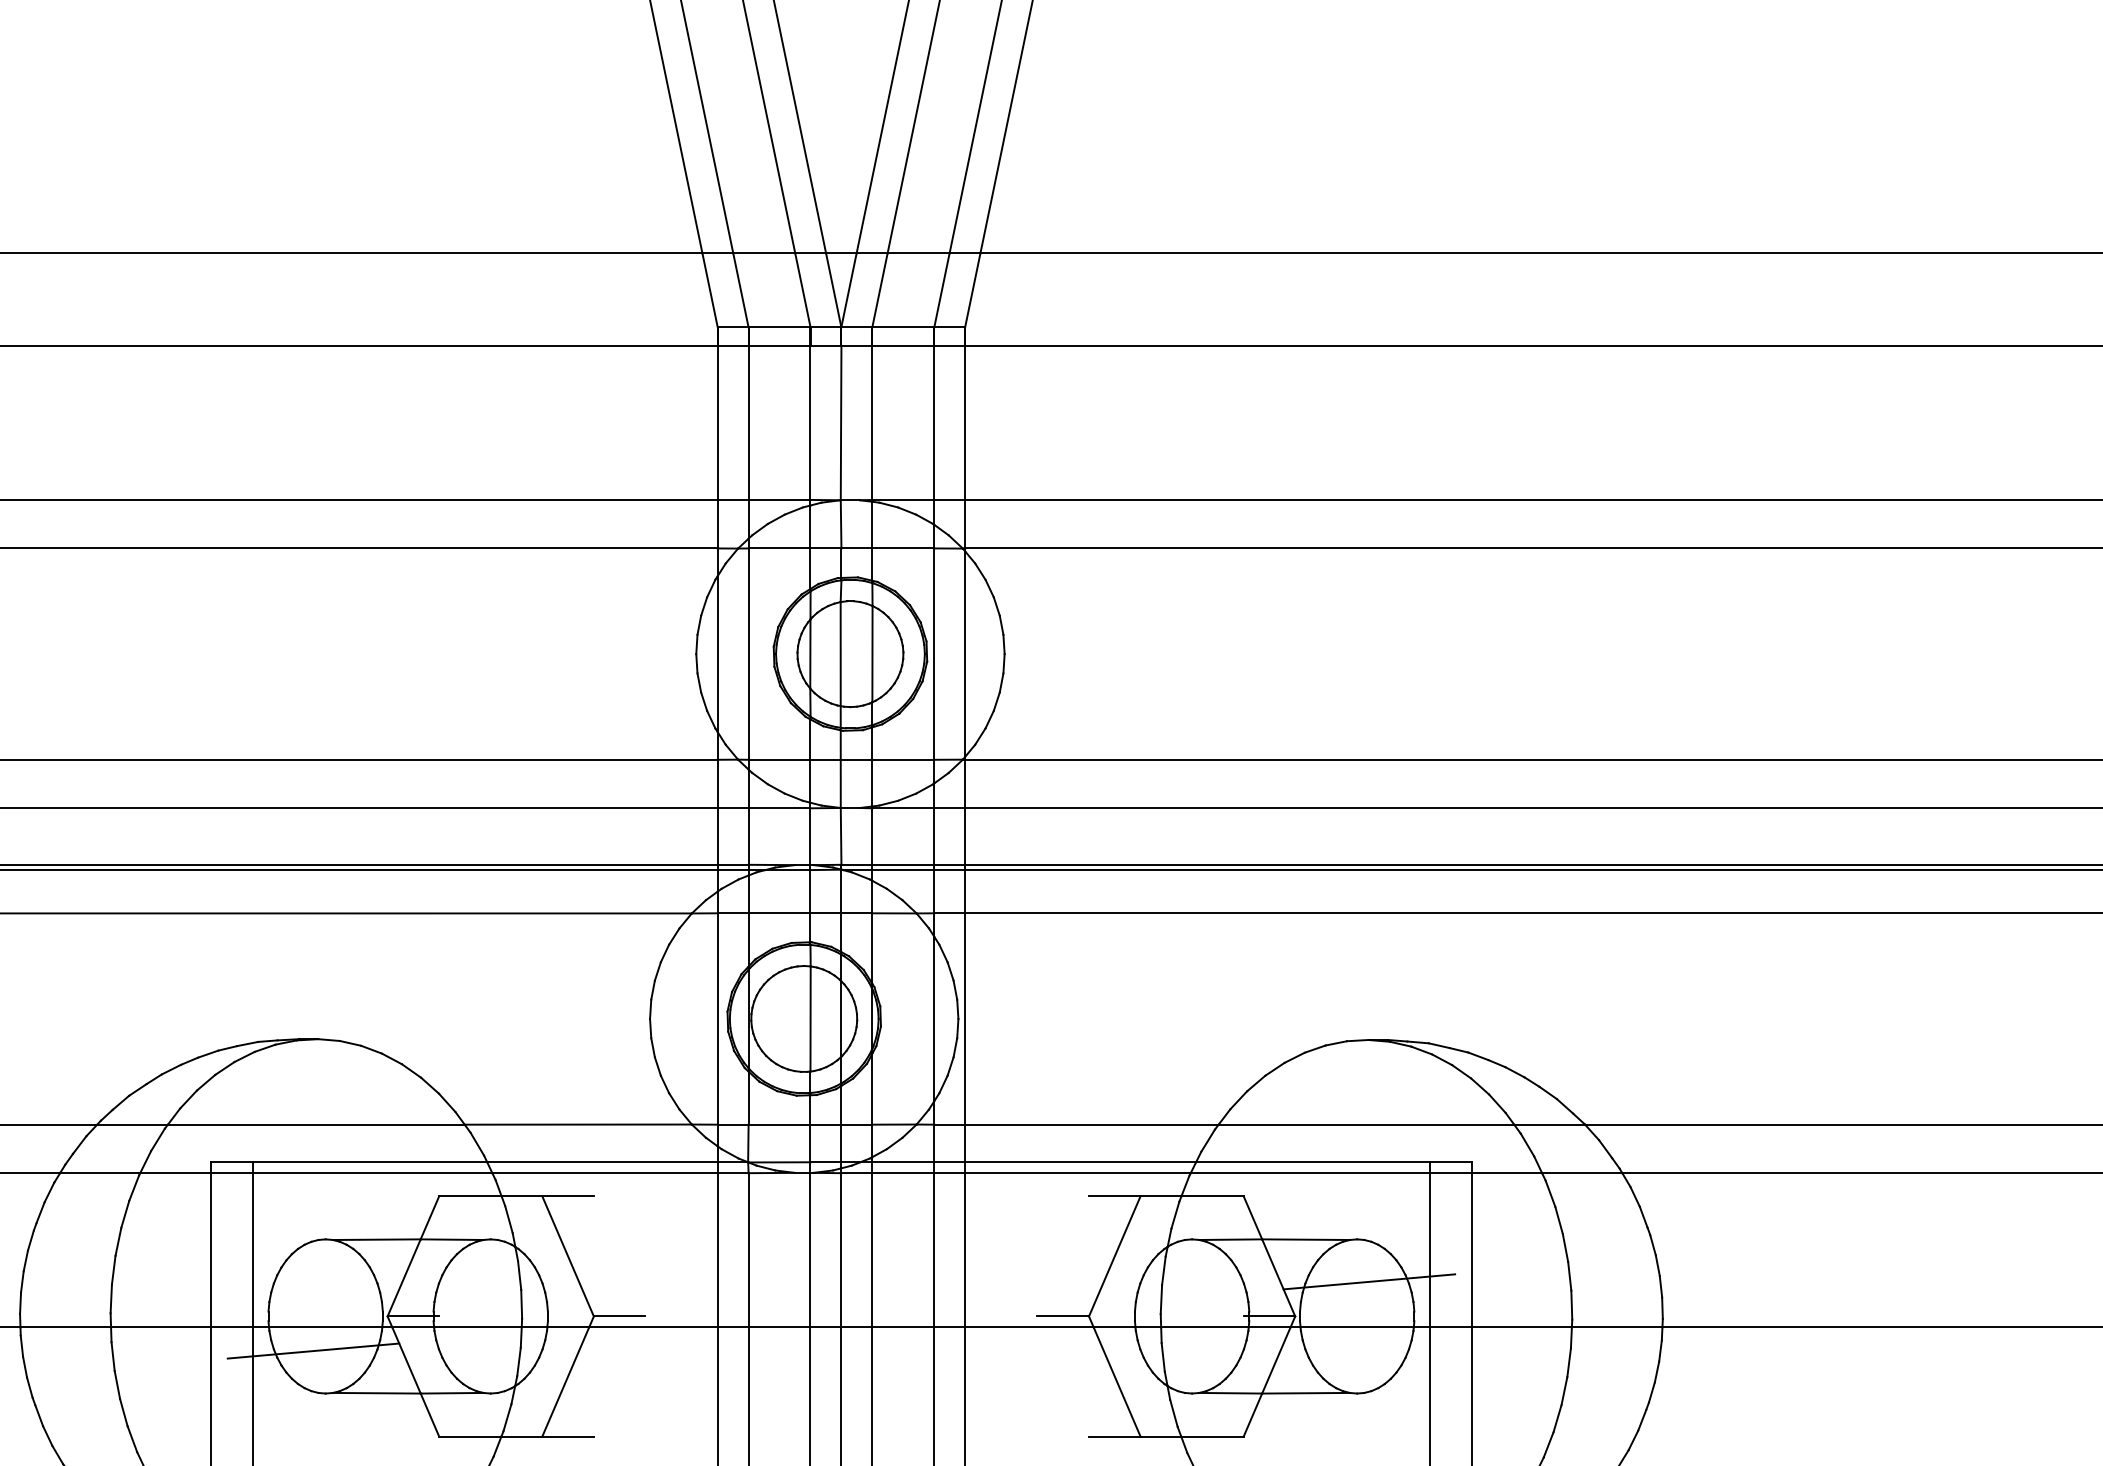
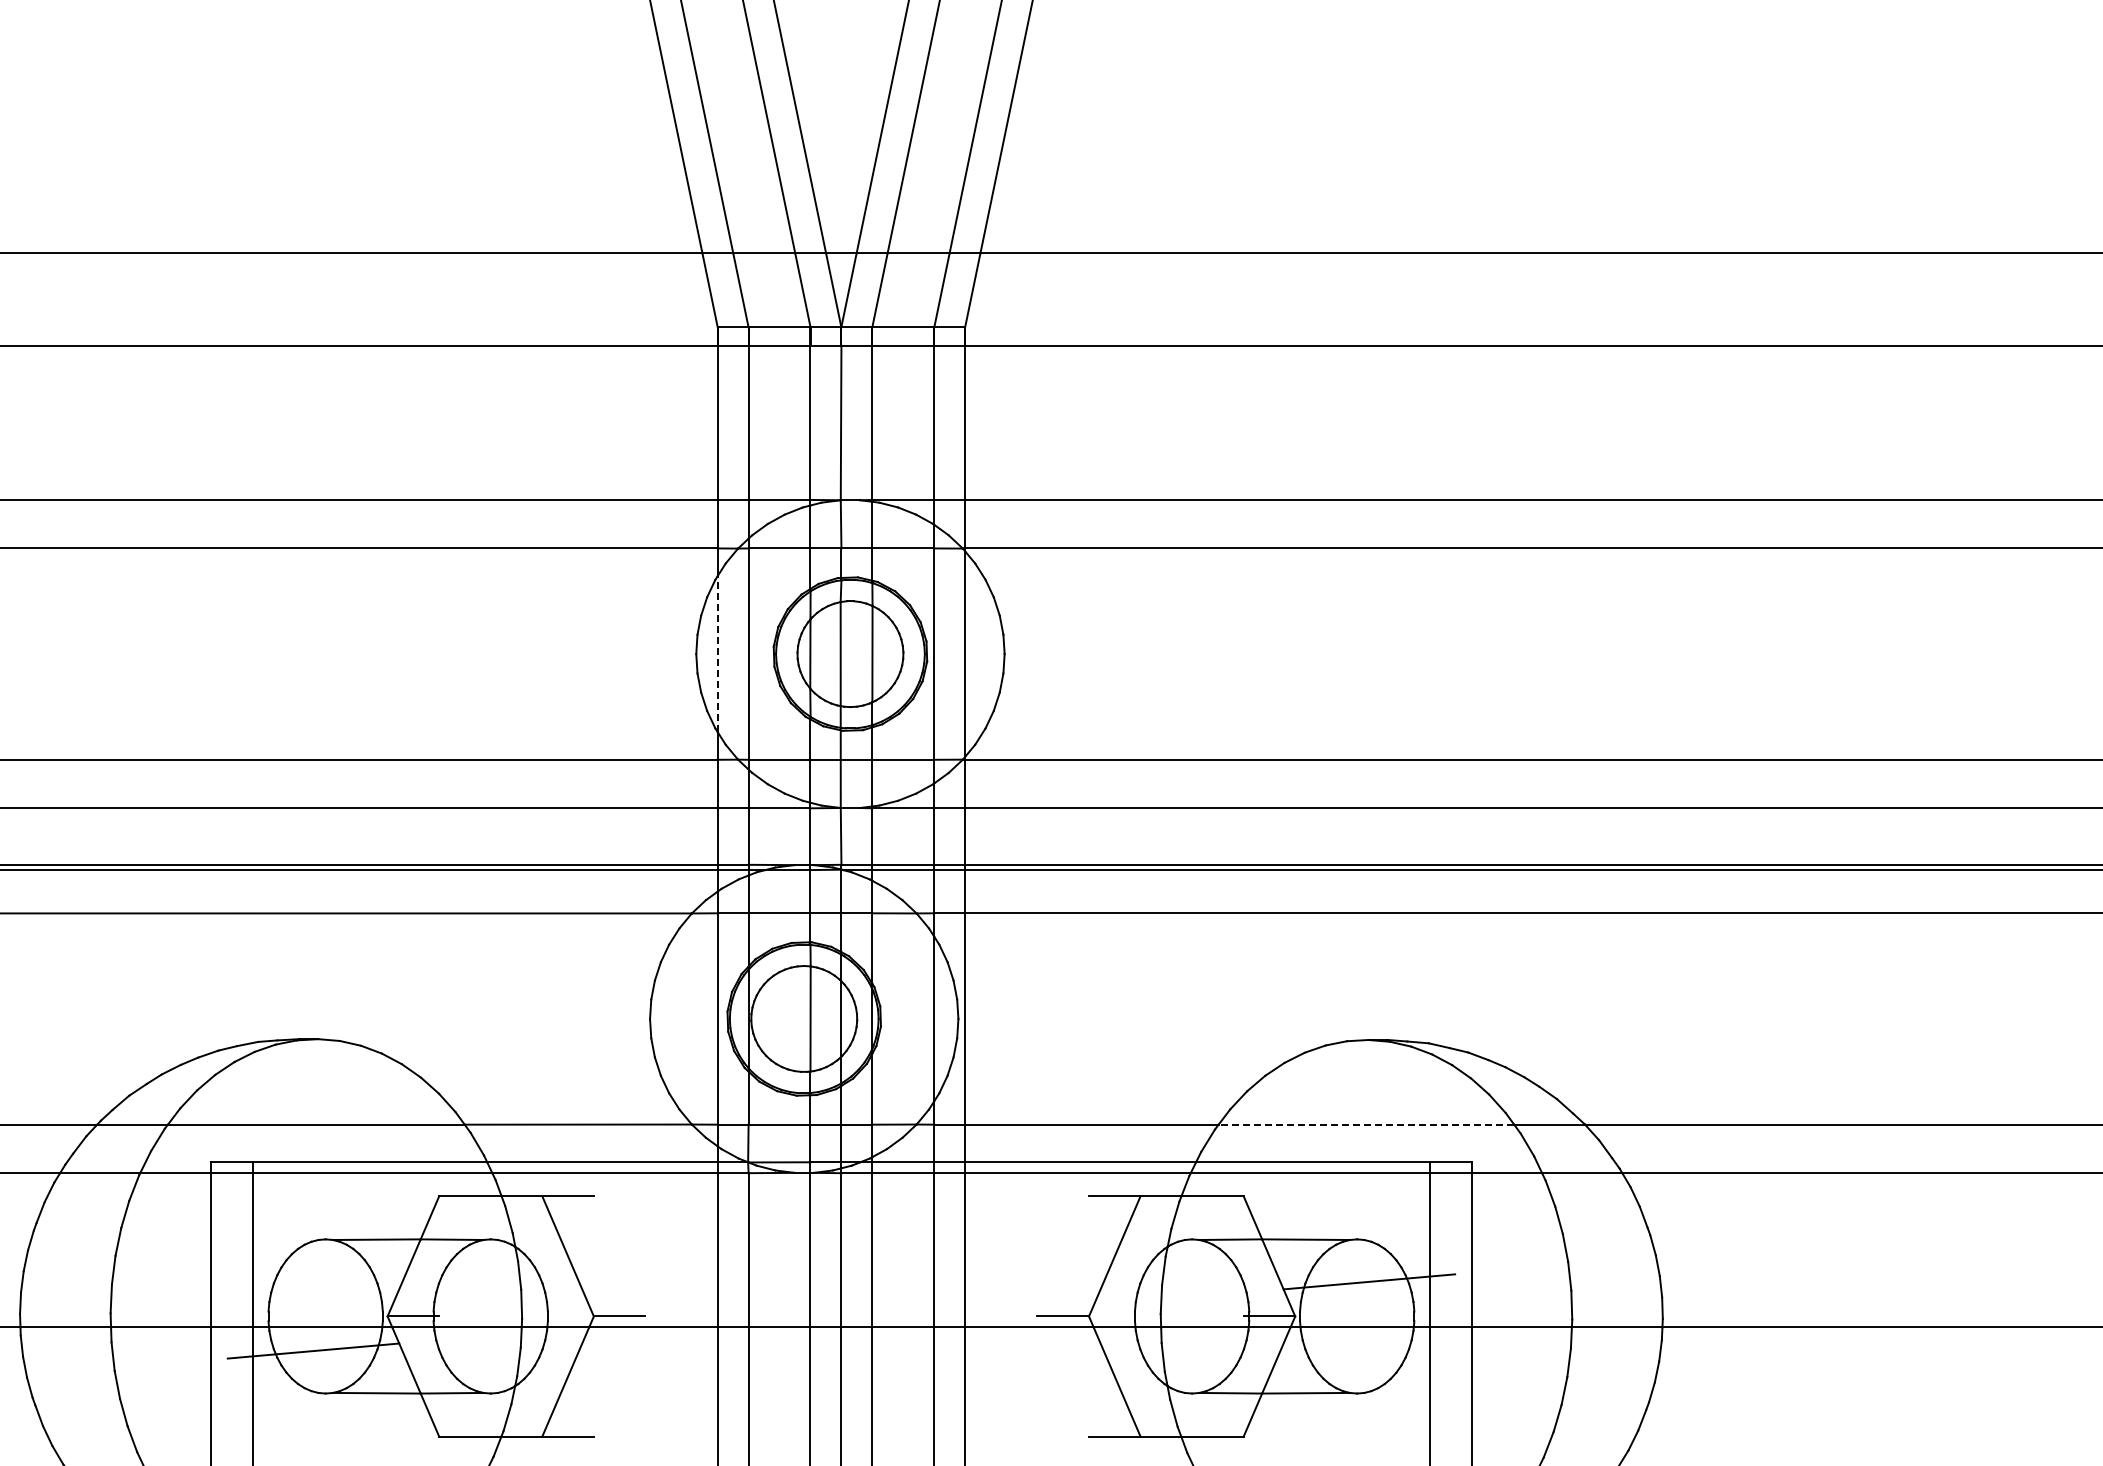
line at (717, 654): solid -> dashed
line at (1366, 1124): solid -> dashed
